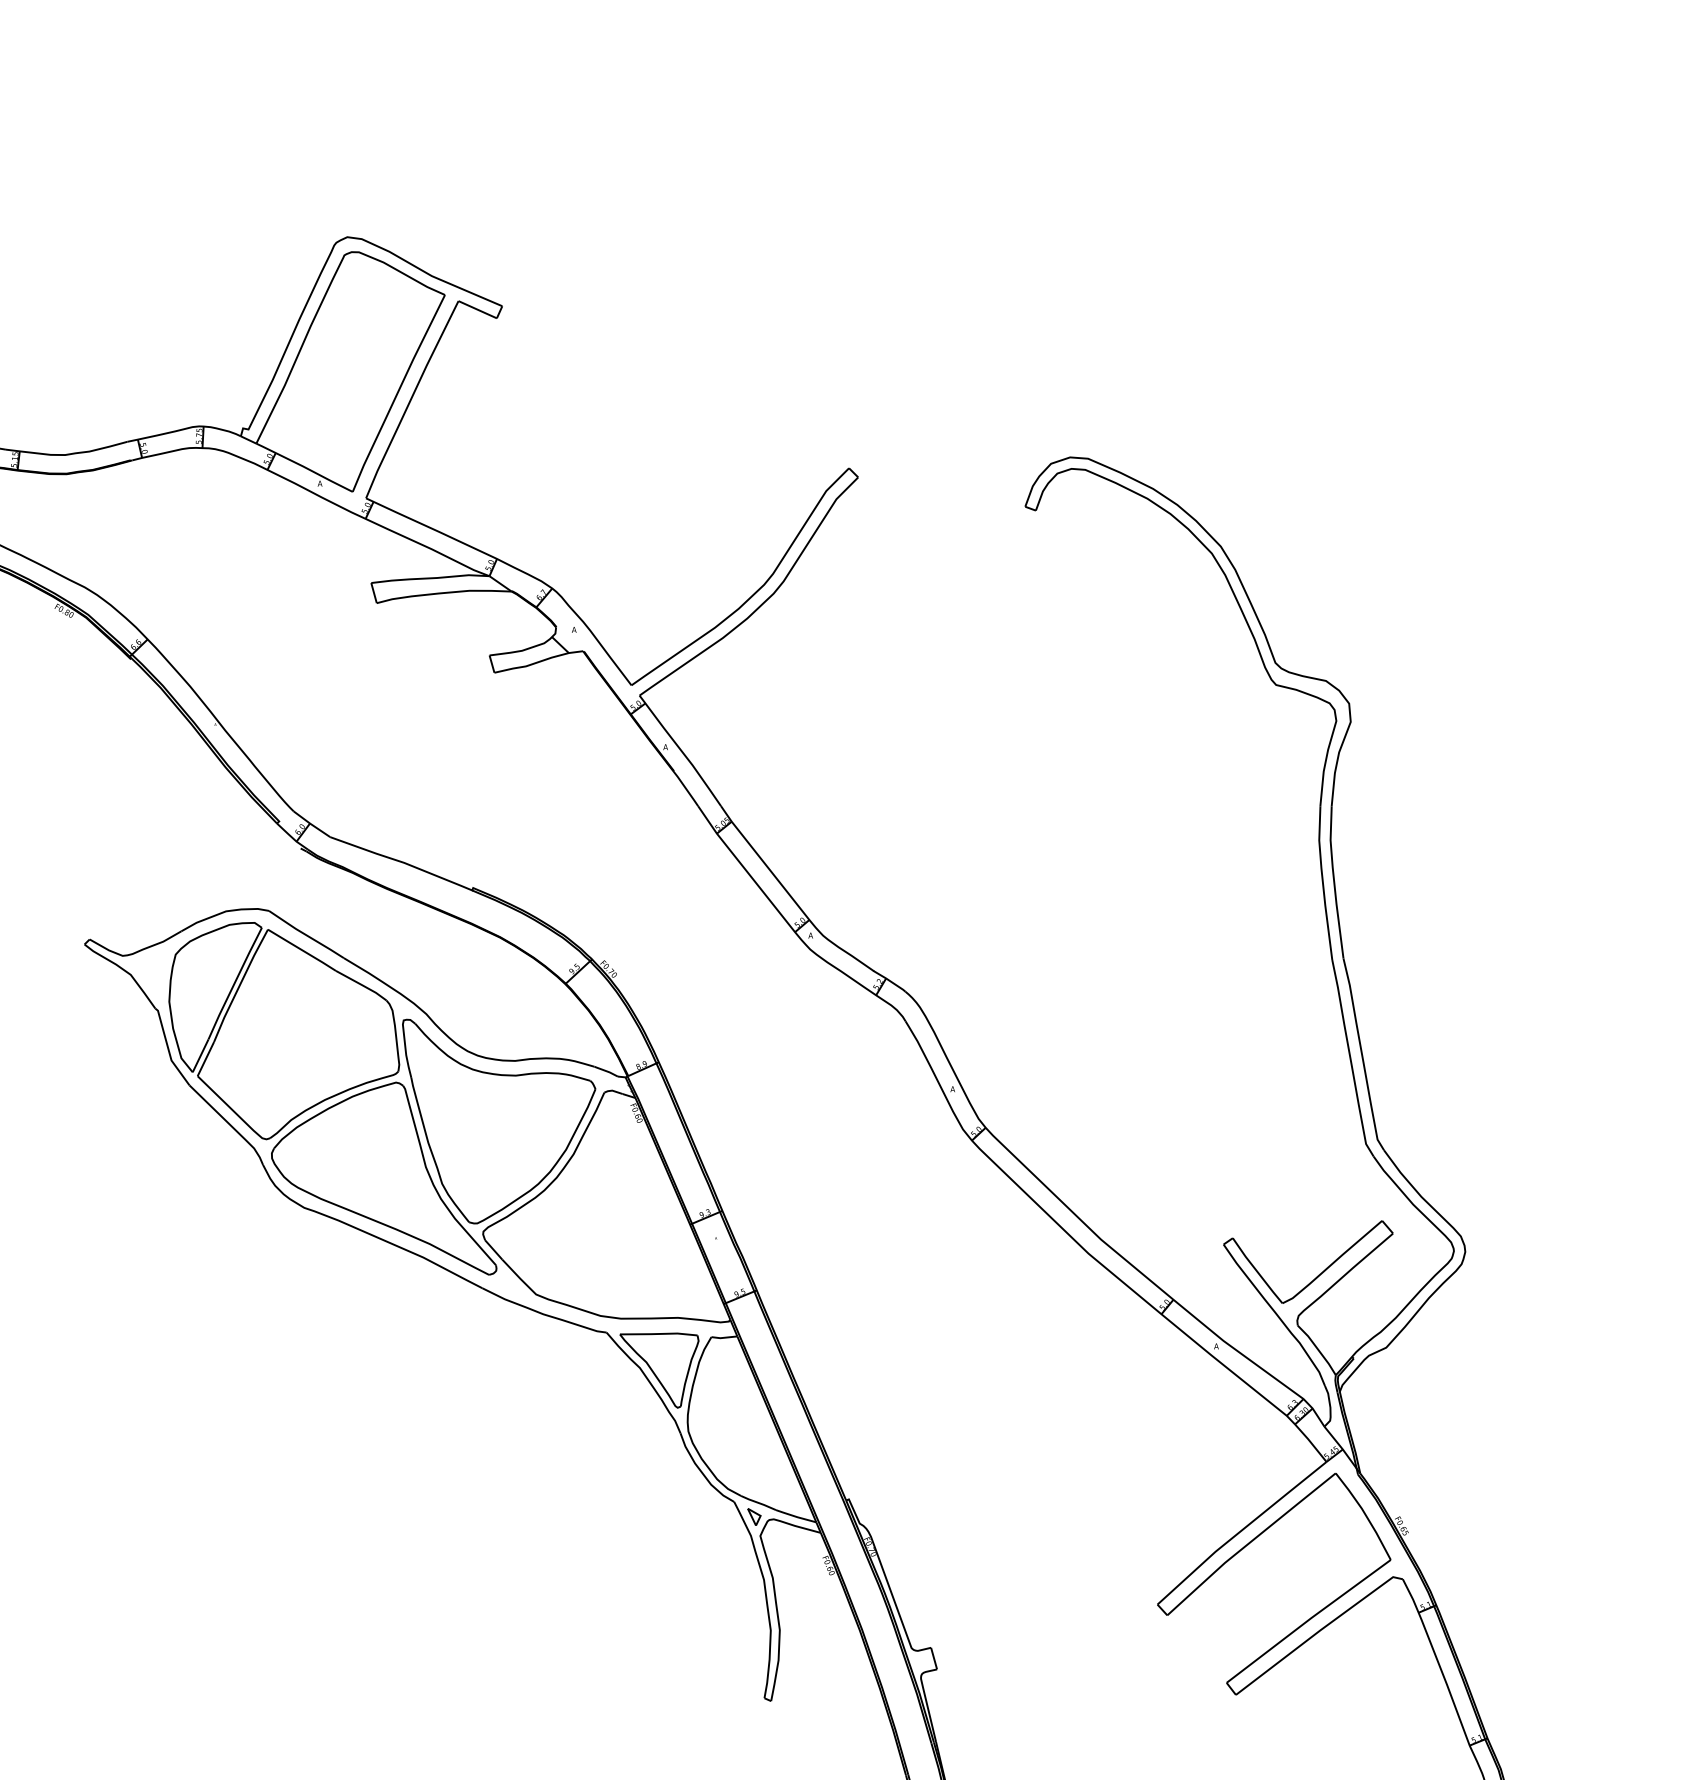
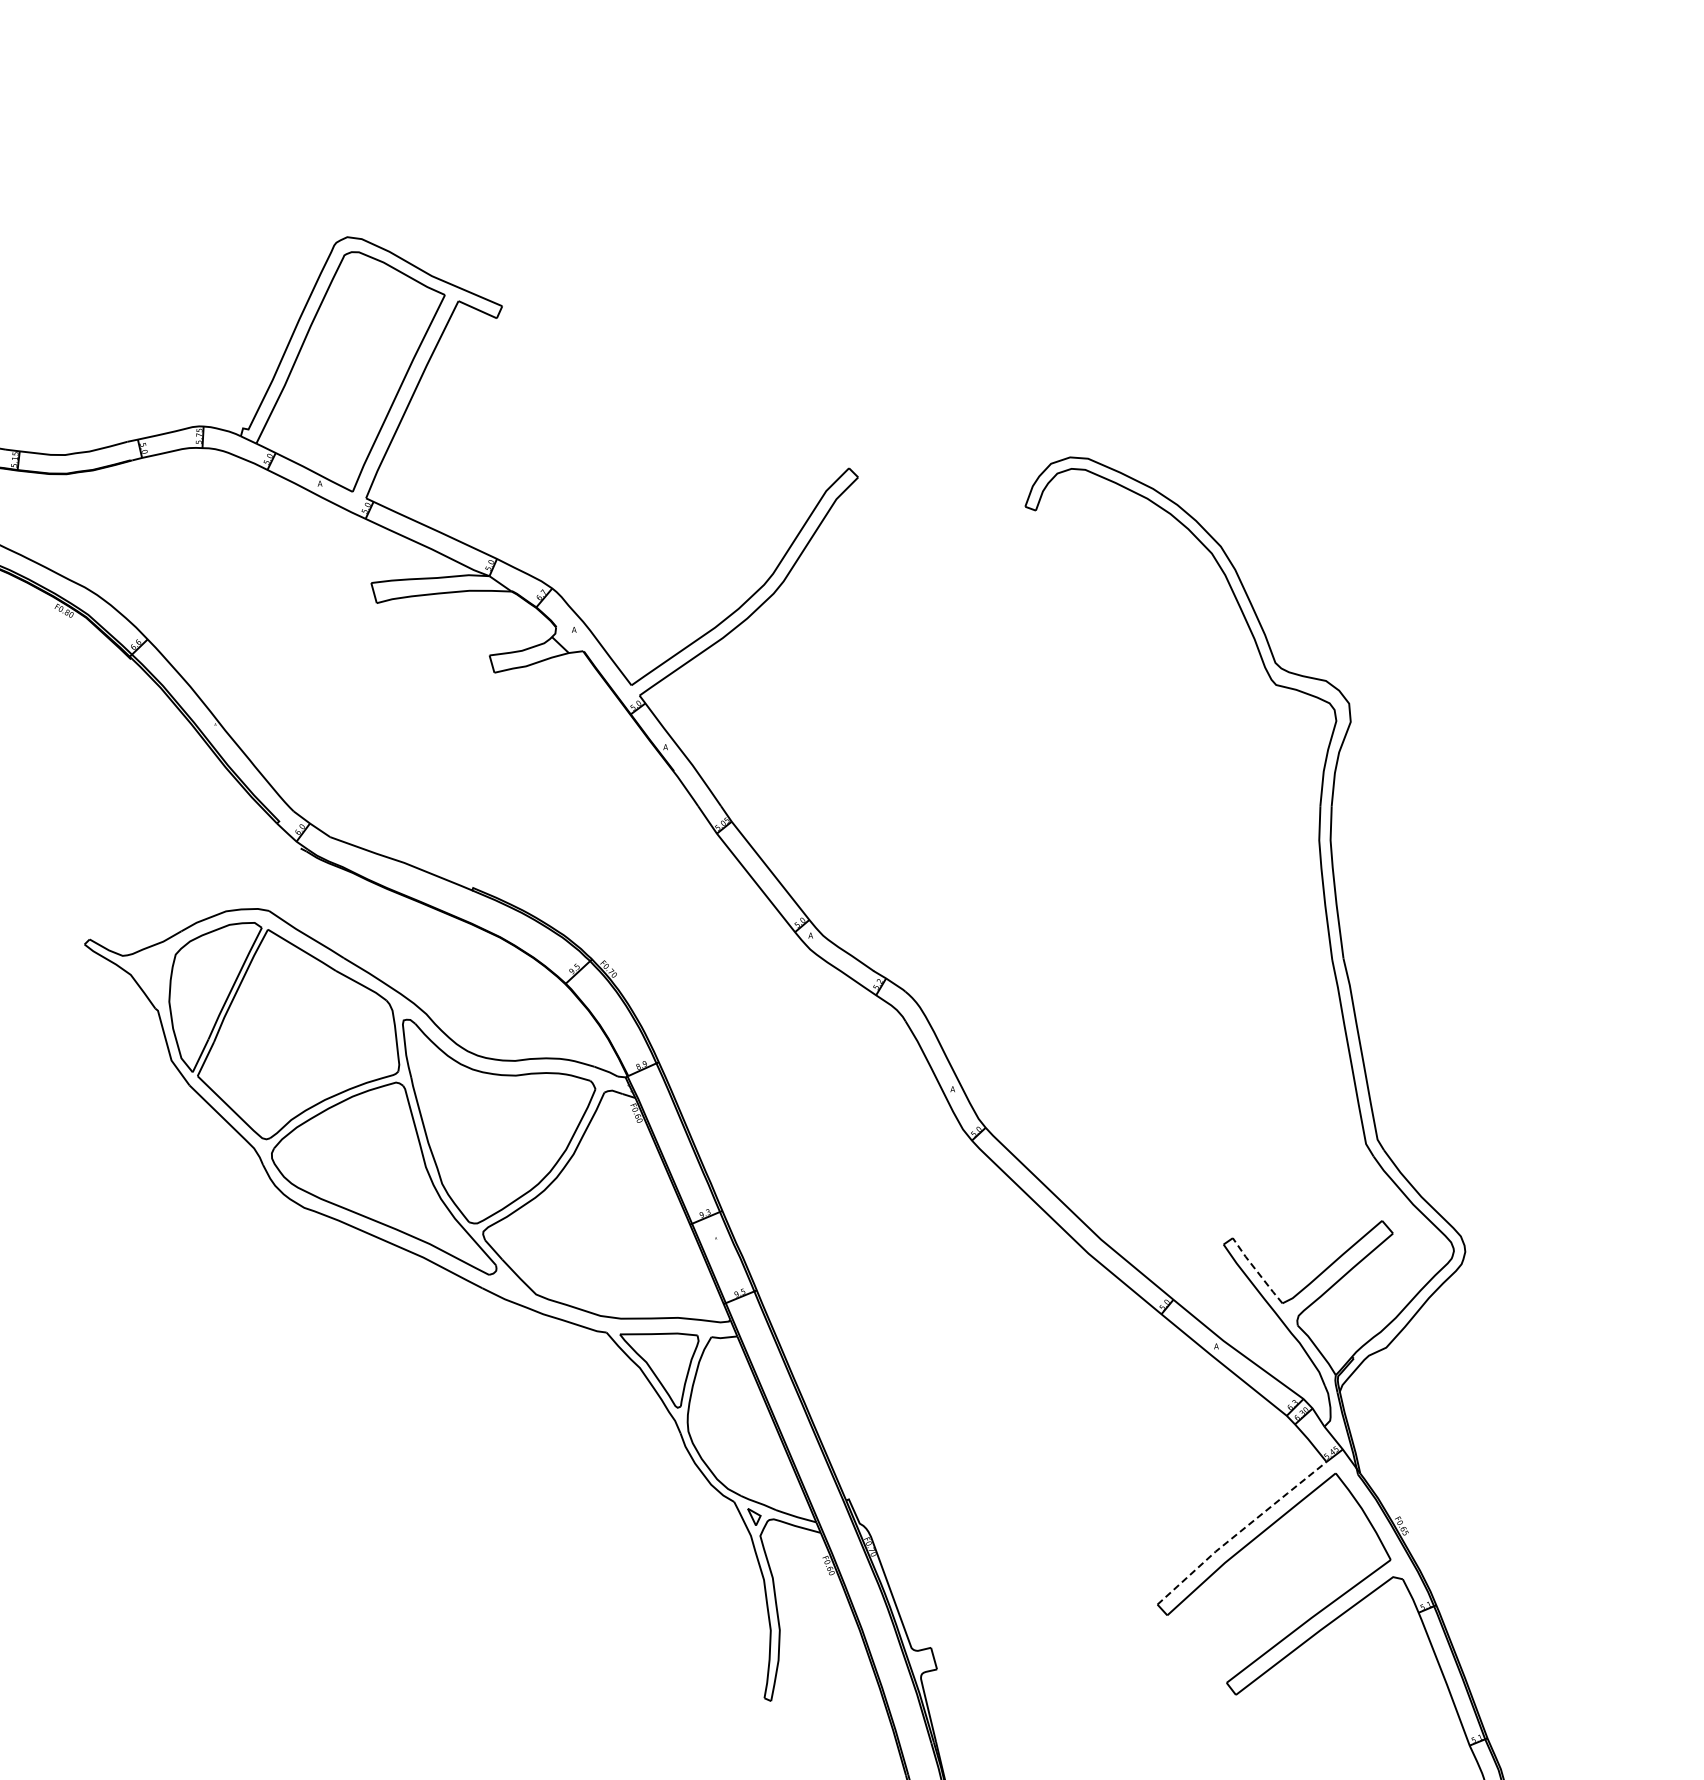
line at (1256, 1270): solid -> dashed
line at (1240, 1531): solid -> dashed
